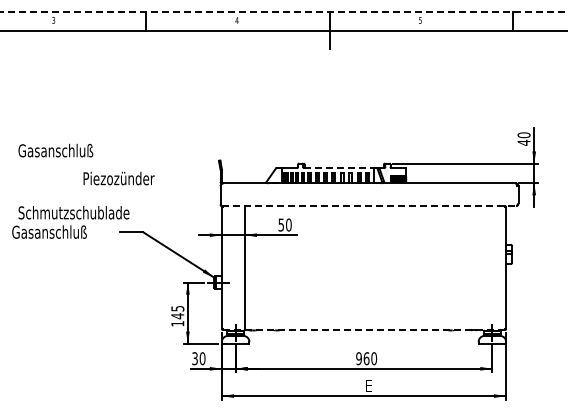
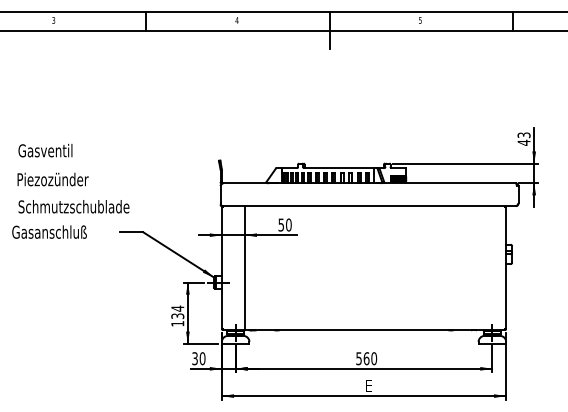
line at (283, 12): dashed -> solid
text at (523, 135): 40 -> 43
text at (67, 150): Gasanschluß -> Gasventil
line at (339, 168): dashed -> solid
text at (118, 178) position: (118, 178) -> (52, 179)
line at (369, 206): dashed -> solid
text at (73, 212) position: (73, 212) -> (73, 206)
text at (177, 312): 145 -> 134
line at (364, 329): dashed -> solid
text at (358, 358): 960 -> 560
